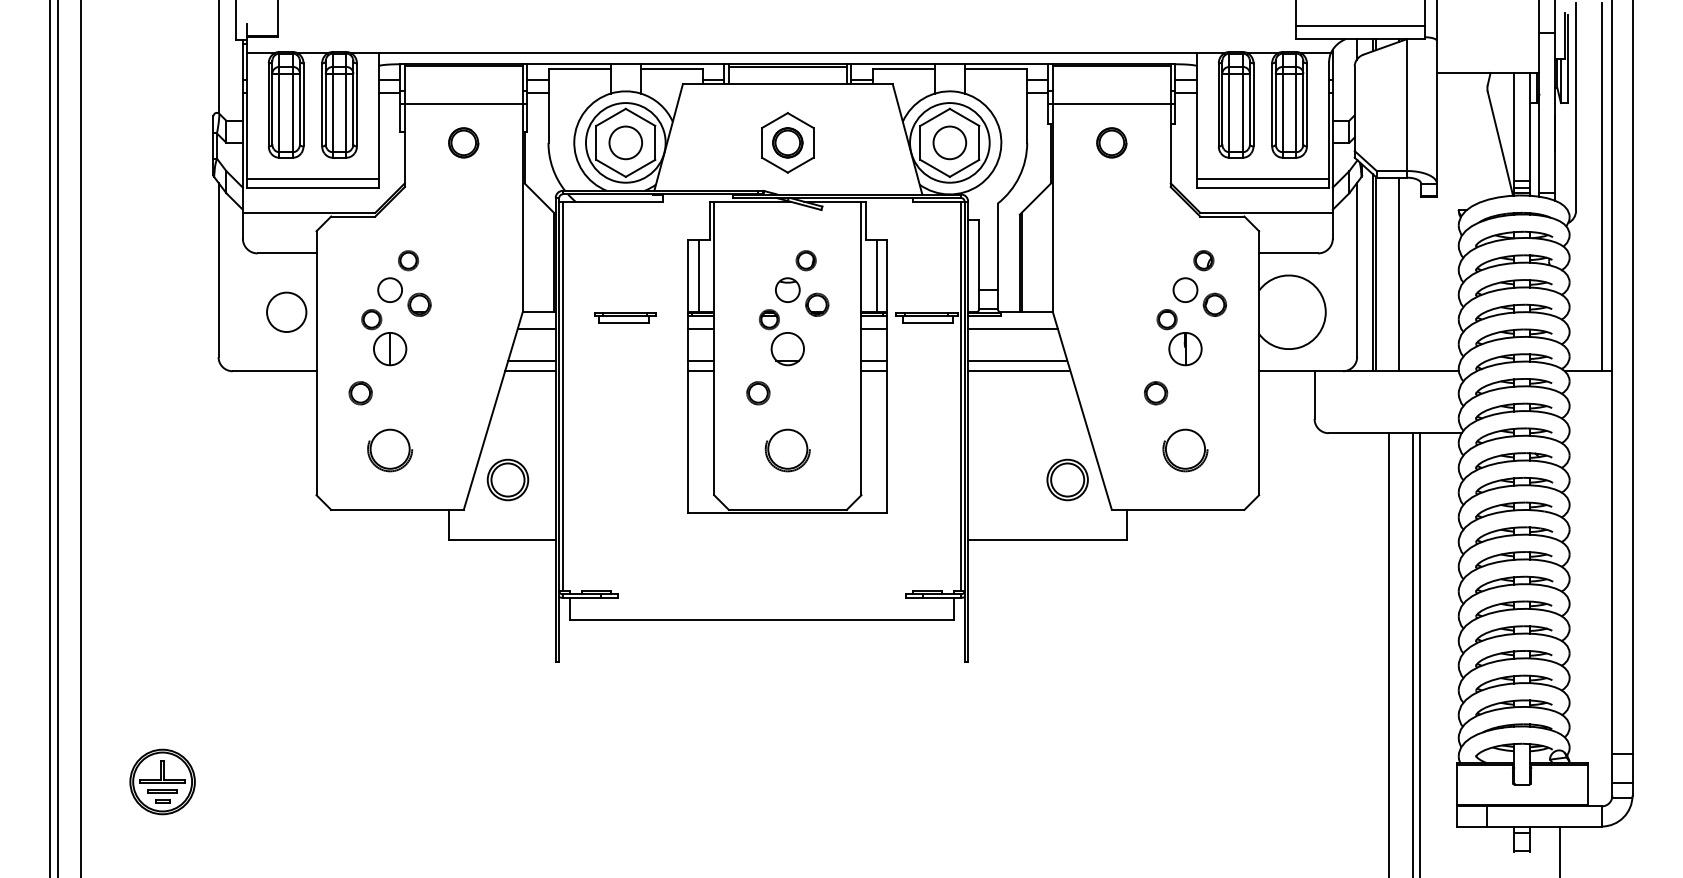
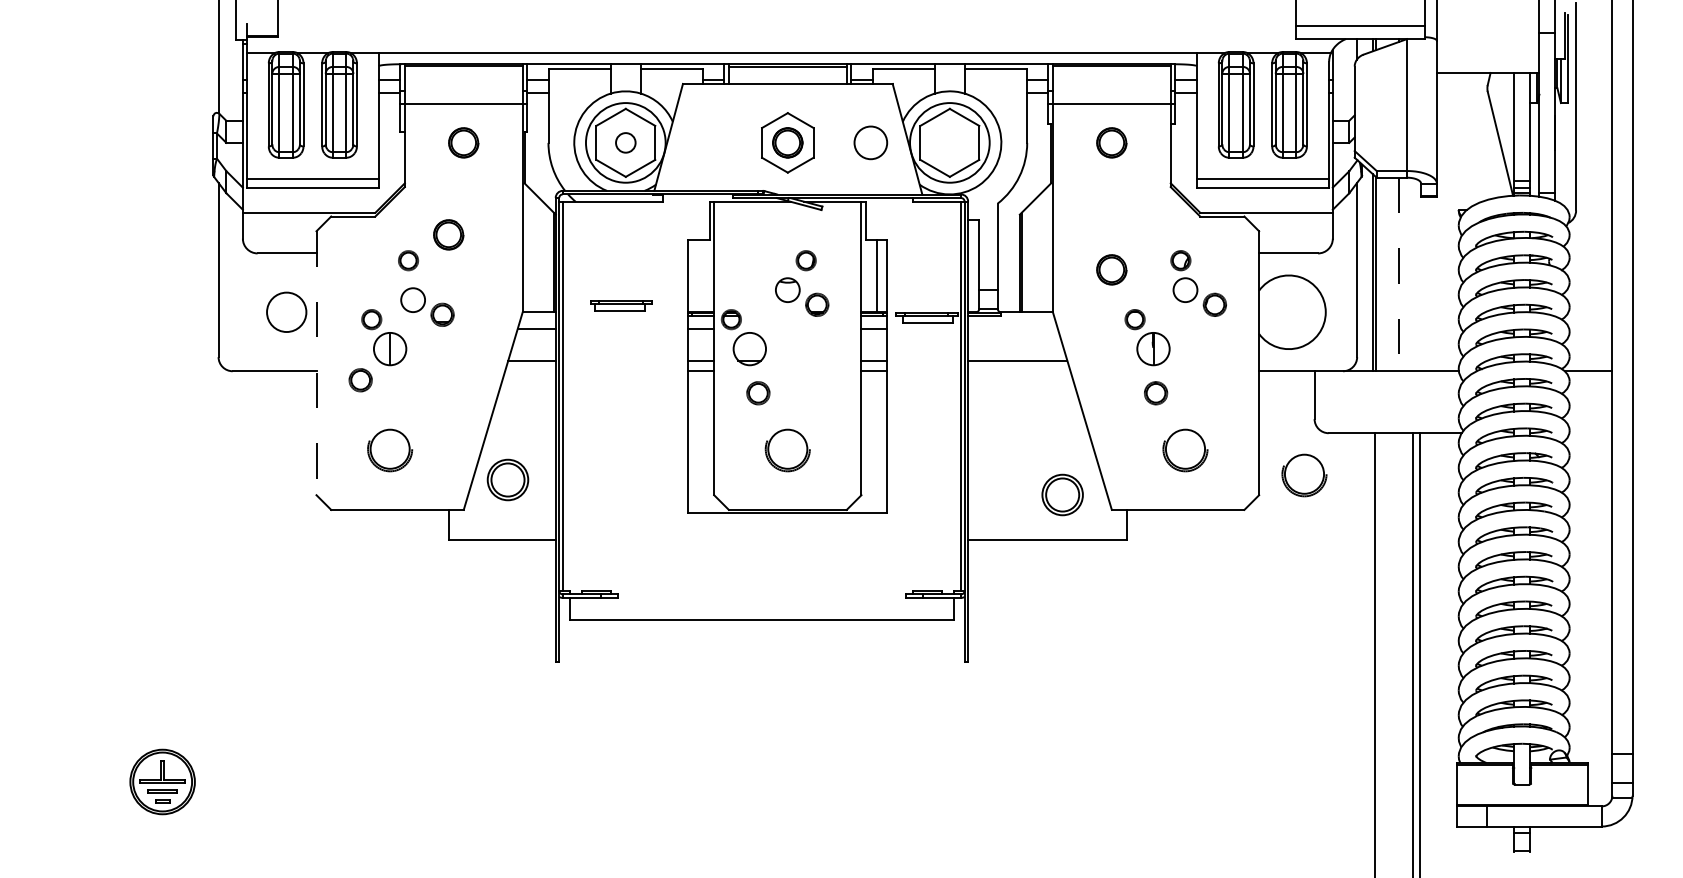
circle at (625, 142) diameter: 33 px -> 20 px
circle at (949, 142) position: (949, 142) -> (870, 142)
line at (1601, 187): present -> none
part at (448, 234): none -> present
part at (1203, 260) position: (1203, 260) -> (1180, 260)
part at (1111, 269): none -> present
line at (1399, 274): solid -> dashed
line at (698, 275): present -> none
part at (404, 296) position: (404, 296) -> (427, 306)
part at (625, 317) position: (625, 317) -> (621, 305)
line at (1012, 328): present -> none
part at (781, 337) position: (781, 337) -> (743, 337)
part at (1179, 337) position: (1179, 337) -> (1147, 337)
line at (316, 363): solid -> dashed
line at (530, 371): present -> none
line at (1019, 371): present -> none
part at (360, 393) position: (360, 393) -> (360, 380)
line at (50, 438): present -> none
line at (57, 438): present -> none
line at (81, 438): present -> none
part at (1304, 475): none -> present
part at (1067, 479) position: (1067, 479) -> (1062, 494)
line at (1389, 653) position: (1389, 653) -> (1375, 653)
line at (1559, 850): present -> none
